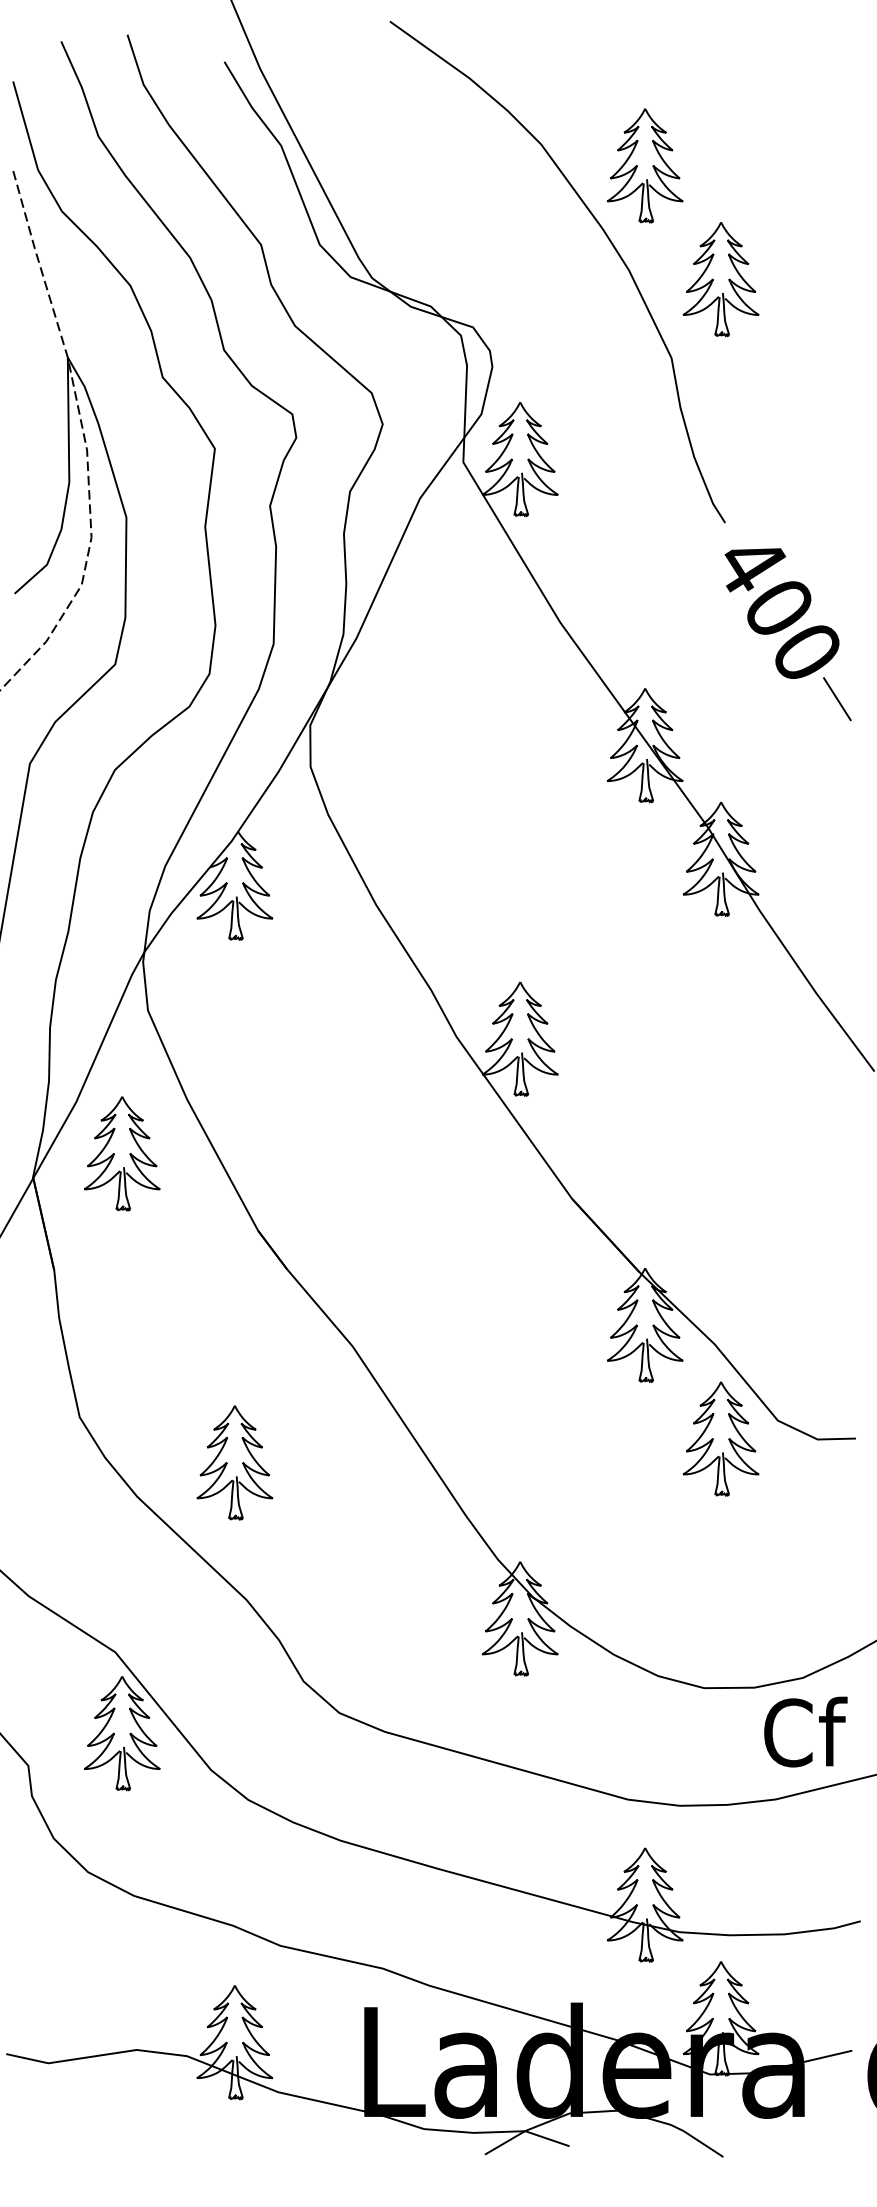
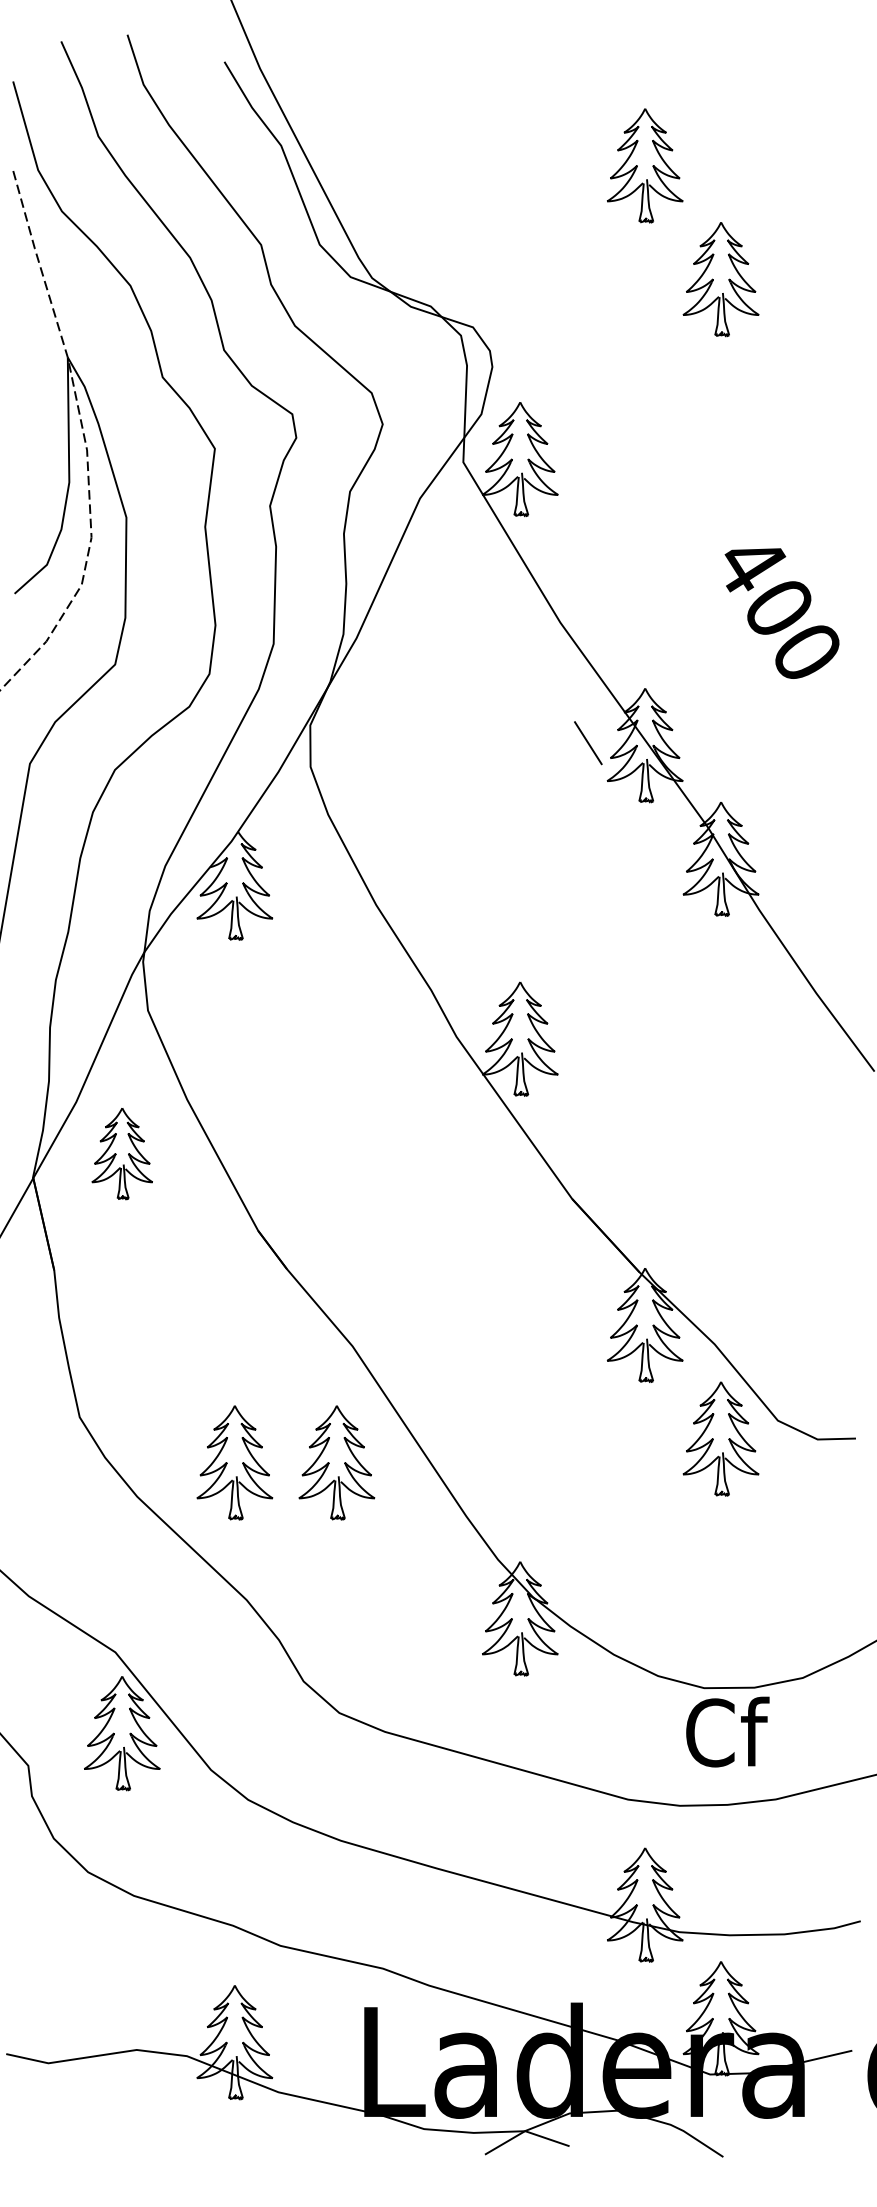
curve at (610, 243): present -> none
line at (837, 699) position: (837, 699) -> (588, 743)
part at (122, 1153) size: 77x116 px -> 62x93 px
part at (336, 1462): none -> present
text at (805, 1731) position: (805, 1731) -> (727, 1731)
